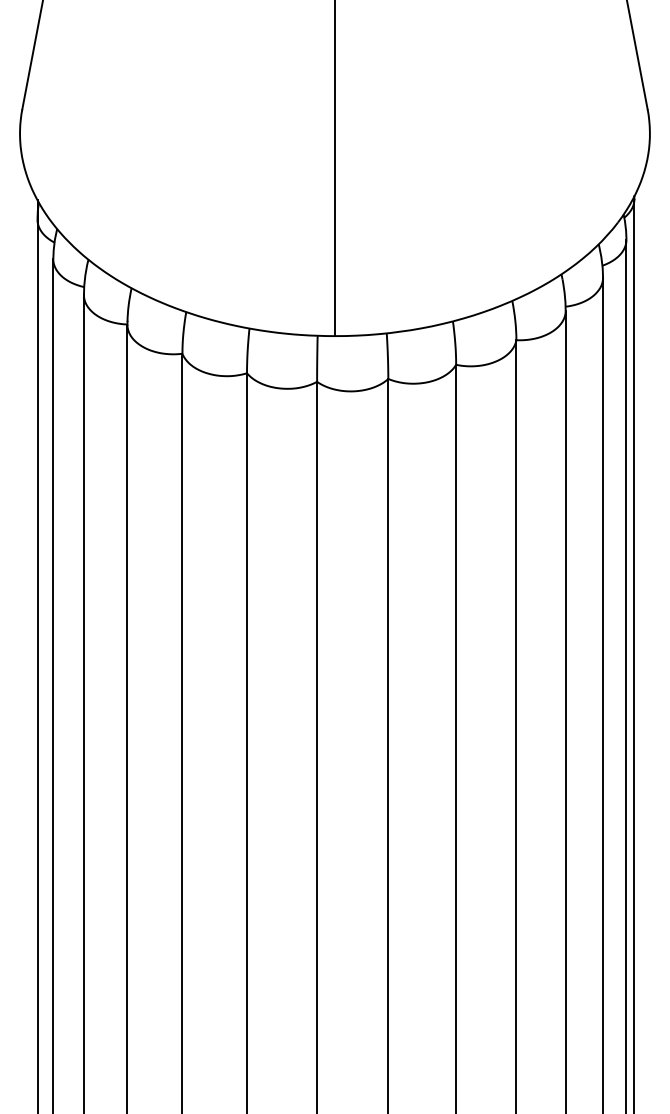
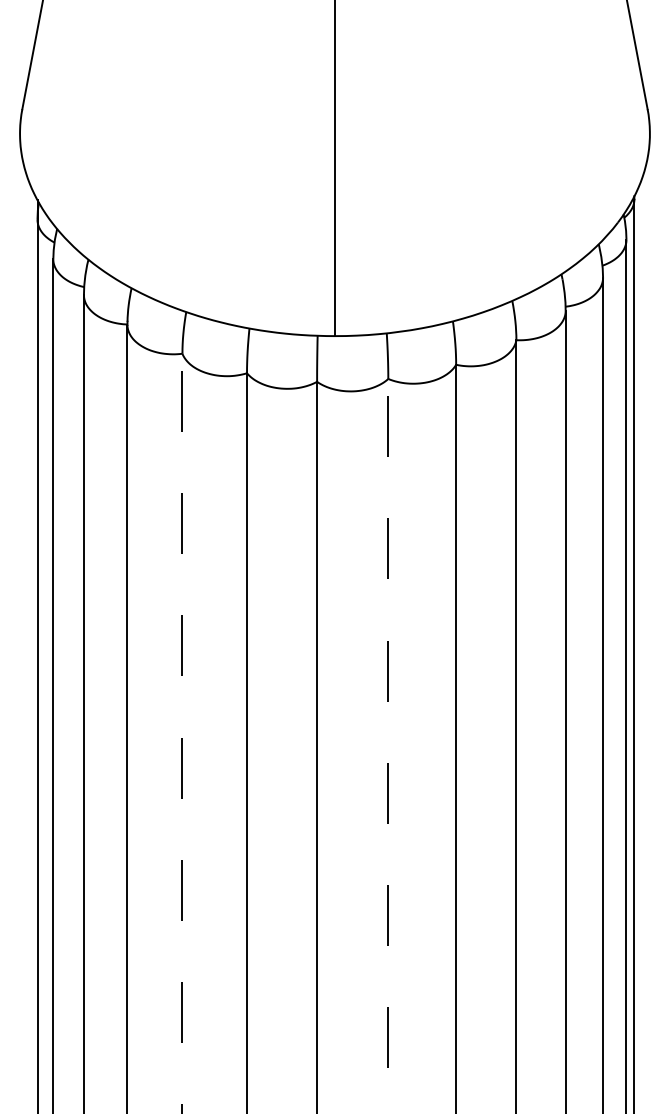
line at (182, 733): solid -> dashed
line at (388, 745): solid -> dashed
